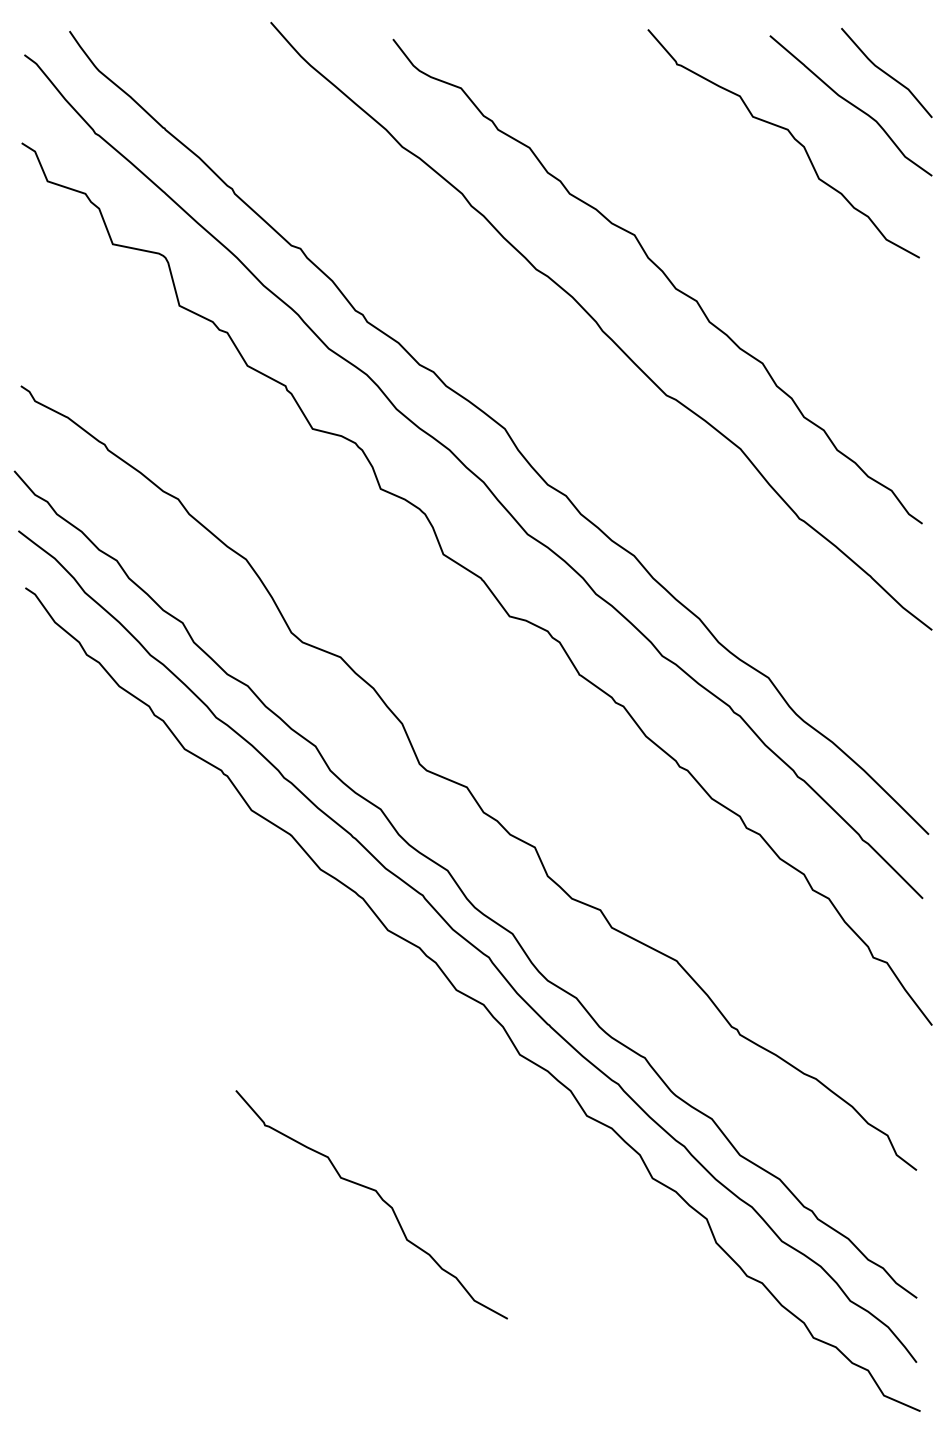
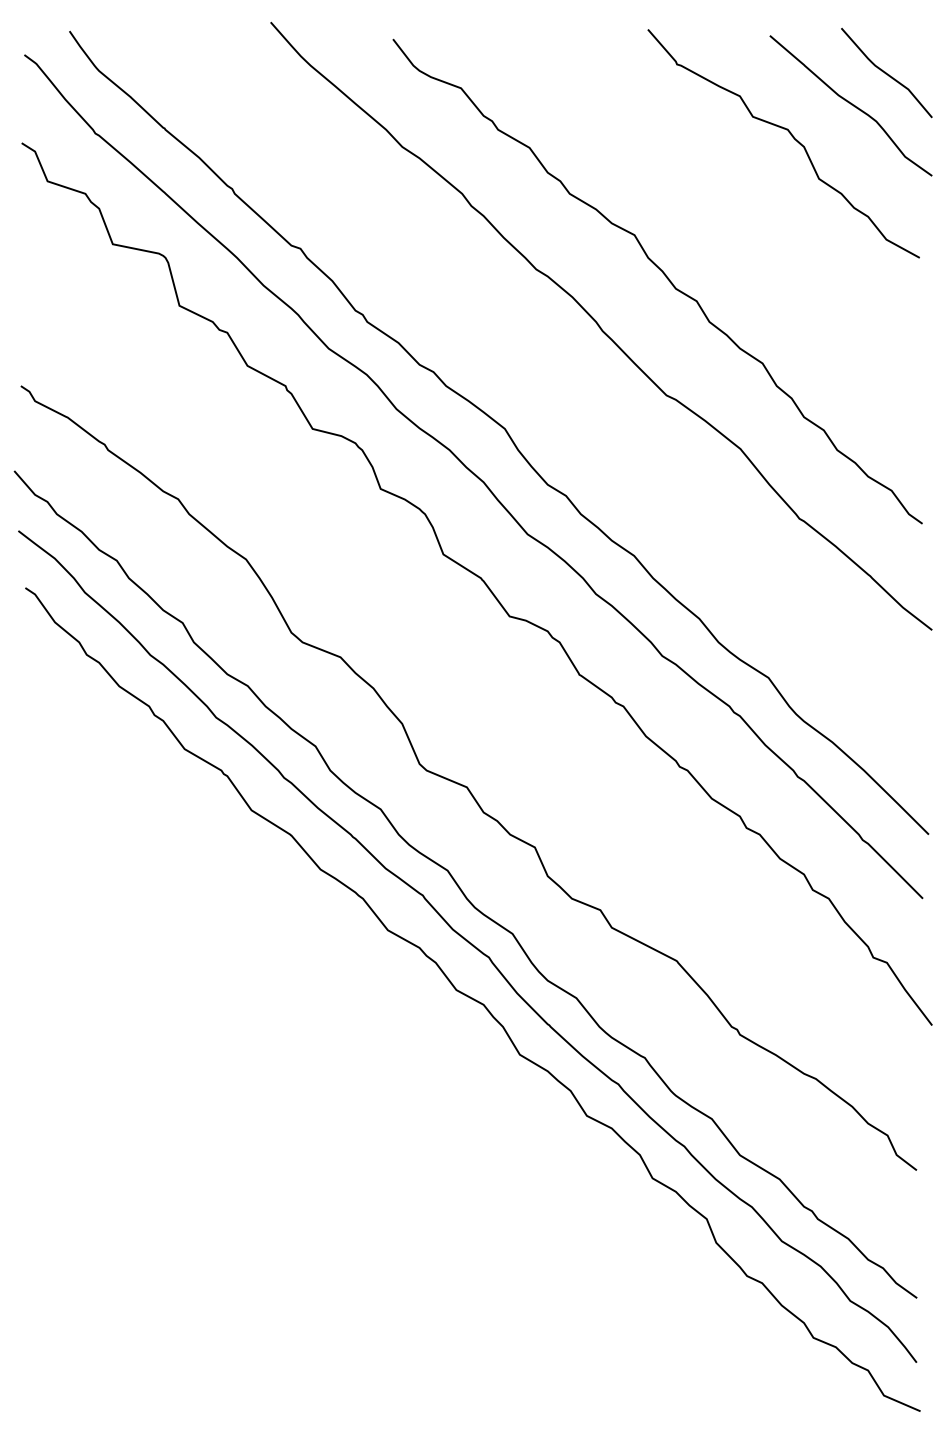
curve at (379, 1197): present -> none
